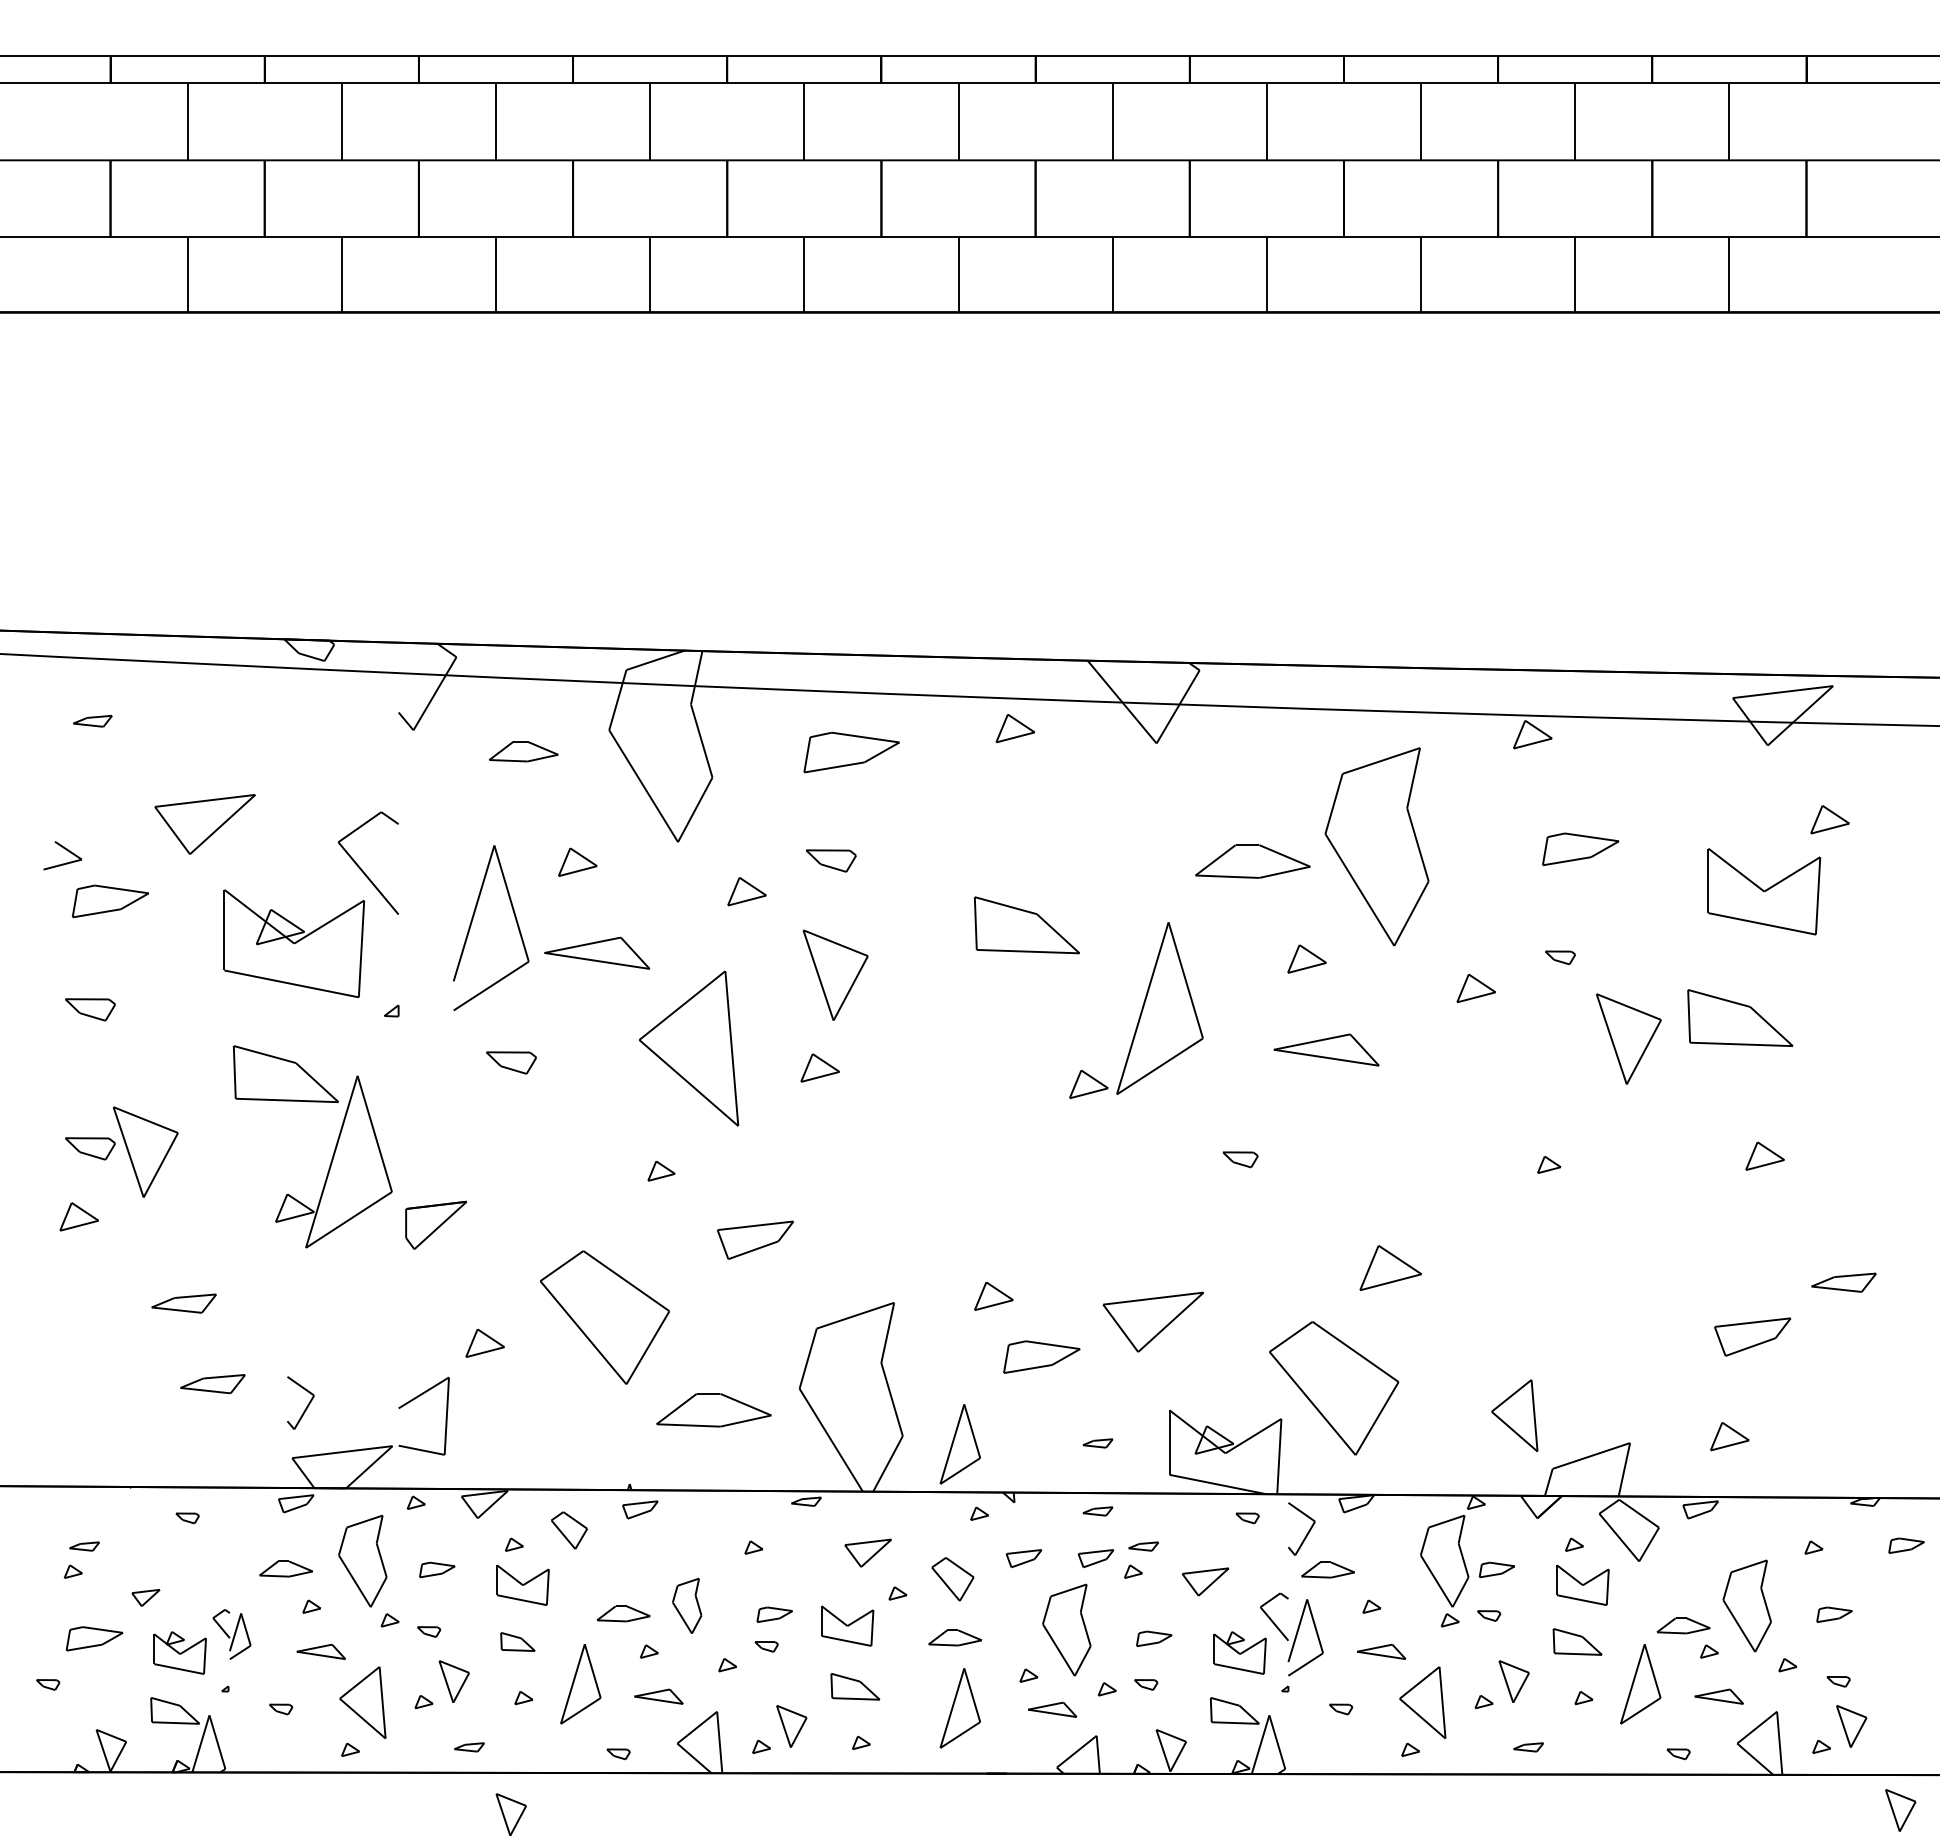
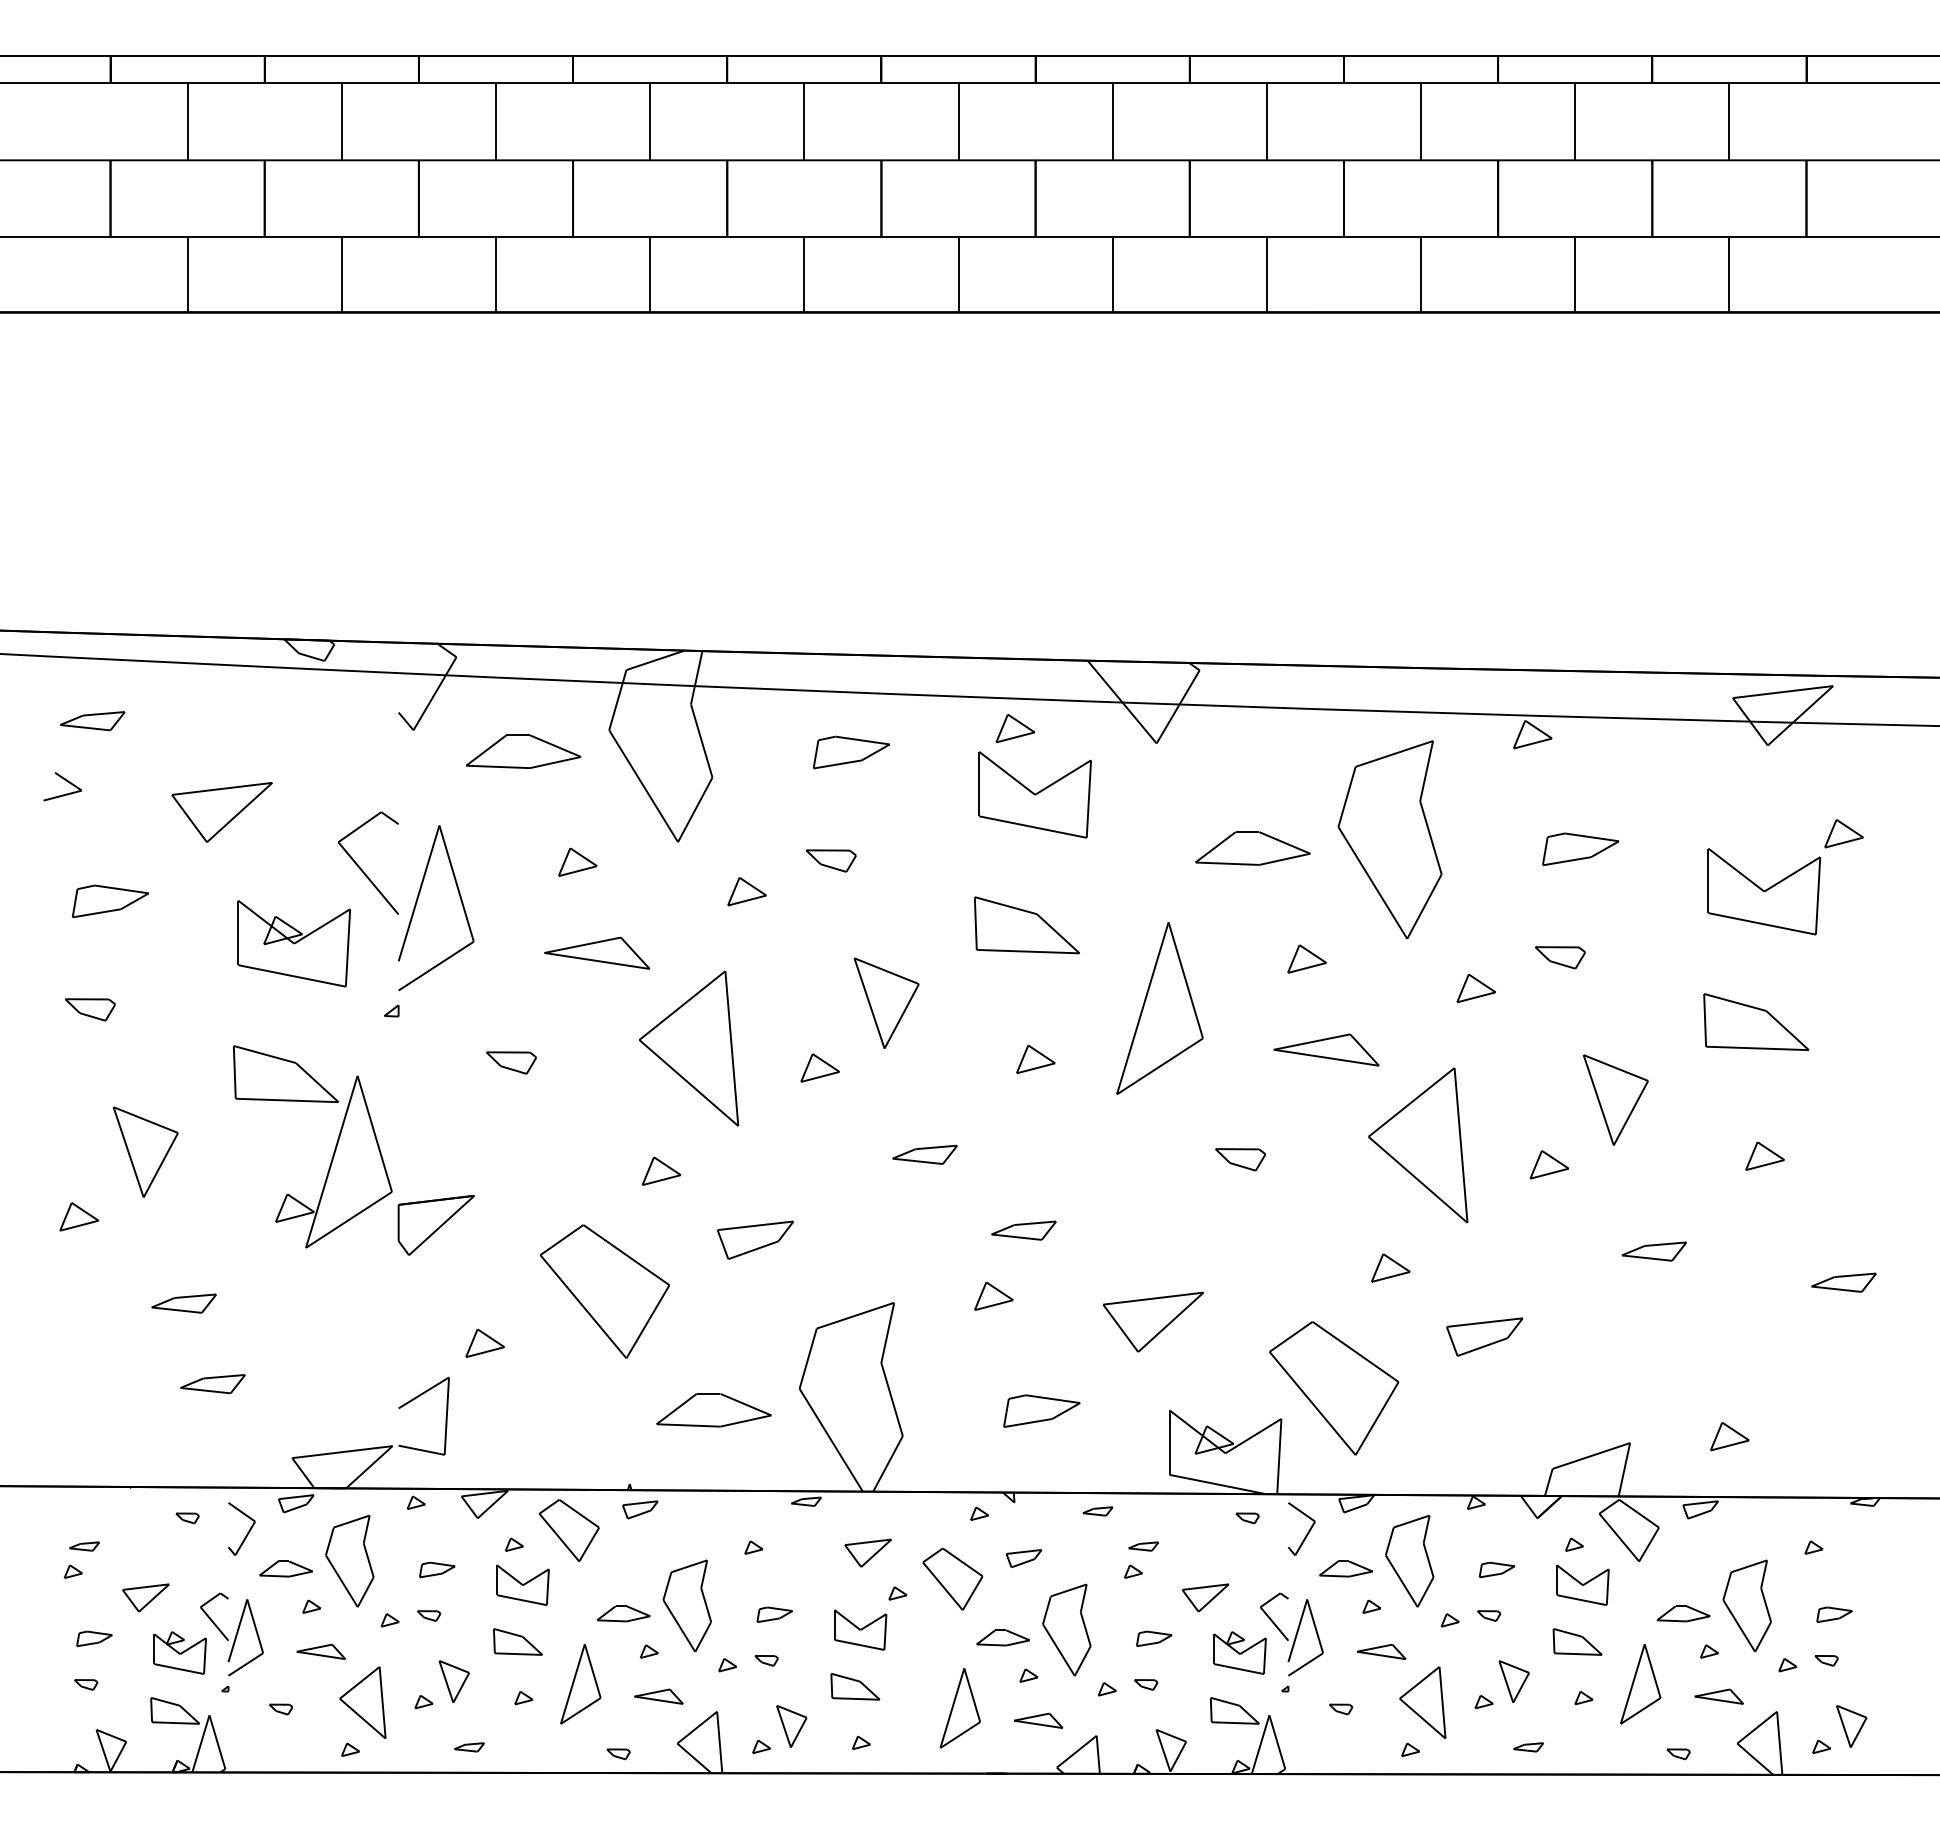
part at (92, 721) size: 40x13 px -> 66x21 px
part at (523, 751) size: 70x22 px -> 116x35 px
part at (851, 752) size: 97x43 px -> 78x35 px
part at (1034, 794): none -> present
part at (1829, 819) position: (1829, 819) -> (1843, 833)
part at (204, 824) position: (204, 824) -> (221, 812)
part at (1376, 846) position: (1376, 846) -> (1389, 839)
part at (64, 849) position: (64, 849) -> (64, 780)
part at (1252, 861) position: (1252, 861) -> (1252, 848)
part at (472, 922) position: (472, 922) -> (417, 902)
part at (294, 943) size: 143x110 px -> 114x88 px
part at (1560, 957) size: 31x16 px -> 51x24 px
part at (835, 974) position: (835, 974) -> (886, 1002)
part at (1740, 1017) position: (1740, 1017) -> (1756, 1021)
part at (1628, 1038) position: (1628, 1038) -> (1615, 1099)
part at (1088, 1084) position: (1088, 1084) -> (1035, 1059)
part at (1418, 1145): none -> present
part at (90, 1148): present -> none
part at (924, 1154): none -> present
part at (1240, 1159) size: 37x18 px -> 51x24 px
part at (1549, 1164) size: 25x18 px -> 40x30 px
part at (661, 1170) size: 29x22 px -> 41x30 px
part at (436, 1224) size: 63x50 px -> 78x61 px
part at (1023, 1230): none -> present
part at (1653, 1251): none -> present
part at (1390, 1267) size: 63x46 px -> 40x30 px
part at (604, 1317) position: (604, 1317) -> (604, 1291)
part at (1752, 1336) position: (1752, 1336) -> (1484, 1336)
part at (1041, 1356) position: (1041, 1356) -> (1041, 1410)
part at (306, 1406) position: (306, 1406) -> (247, 1532)
part at (1514, 1415): present -> none
part at (1097, 1443): present -> none
part at (959, 1444): present -> none
part at (569, 1530) size: 37x39 px -> 61x63 px
part at (1906, 1545): present -> none
part at (1095, 1558): present -> none
part at (362, 1560) position: (362, 1560) -> (349, 1560)
part at (1444, 1561) position: (1444, 1561) -> (1409, 1561)
part at (1327, 1569) position: (1327, 1569) -> (1345, 1568)
part at (952, 1579) size: 44x45 px -> 62x63 px
part at (1205, 1581) position: (1205, 1581) -> (1205, 1597)
part at (145, 1597) size: 30x18 px -> 48x30 px
part at (687, 1605) size: 31x57 px -> 50x94 px
part at (847, 1625) position: (847, 1625) -> (860, 1629)
part at (1683, 1625) position: (1683, 1625) -> (1683, 1613)
part at (429, 1631) position: (429, 1631) -> (429, 1615)
part at (231, 1634) size: 40x51 px -> 64x85 px
part at (954, 1637) position: (954, 1637) -> (1002, 1637)
part at (94, 1638) size: 59x26 px -> 37x18 px
part at (517, 1641) size: 36x20 px -> 50x28 px
part at (766, 1646) position: (766, 1646) -> (766, 1660)
part at (1838, 1681) position: (1838, 1681) -> (1826, 1660)
part at (48, 1684) position: (48, 1684) -> (86, 1684)
part at (1052, 1709) position: (1052, 1709) -> (1038, 1720)
part at (1900, 1810): present -> none
part at (510, 1814): present -> none
